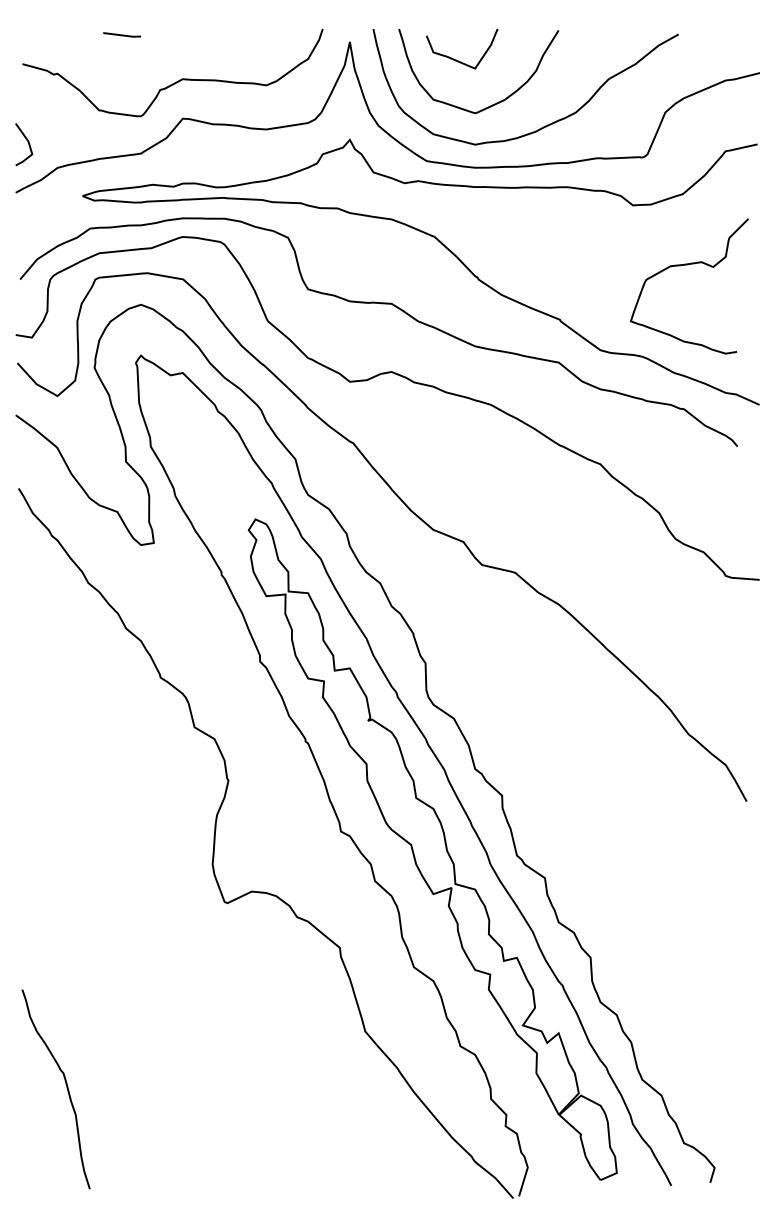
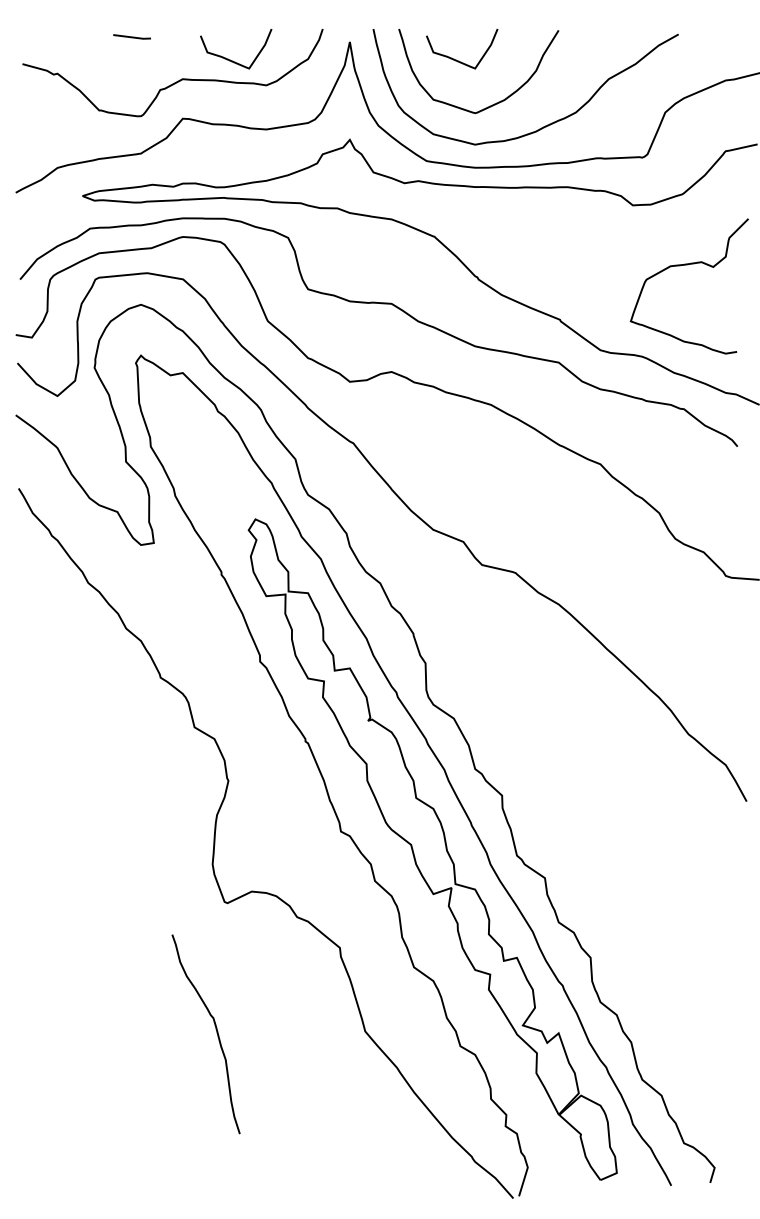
line at (121, 34) position: (121, 34) -> (131, 36)
curve at (230, 59): none -> present
line at (27, 142): present -> none
curve at (66, 1088) position: (66, 1088) -> (216, 1033)
